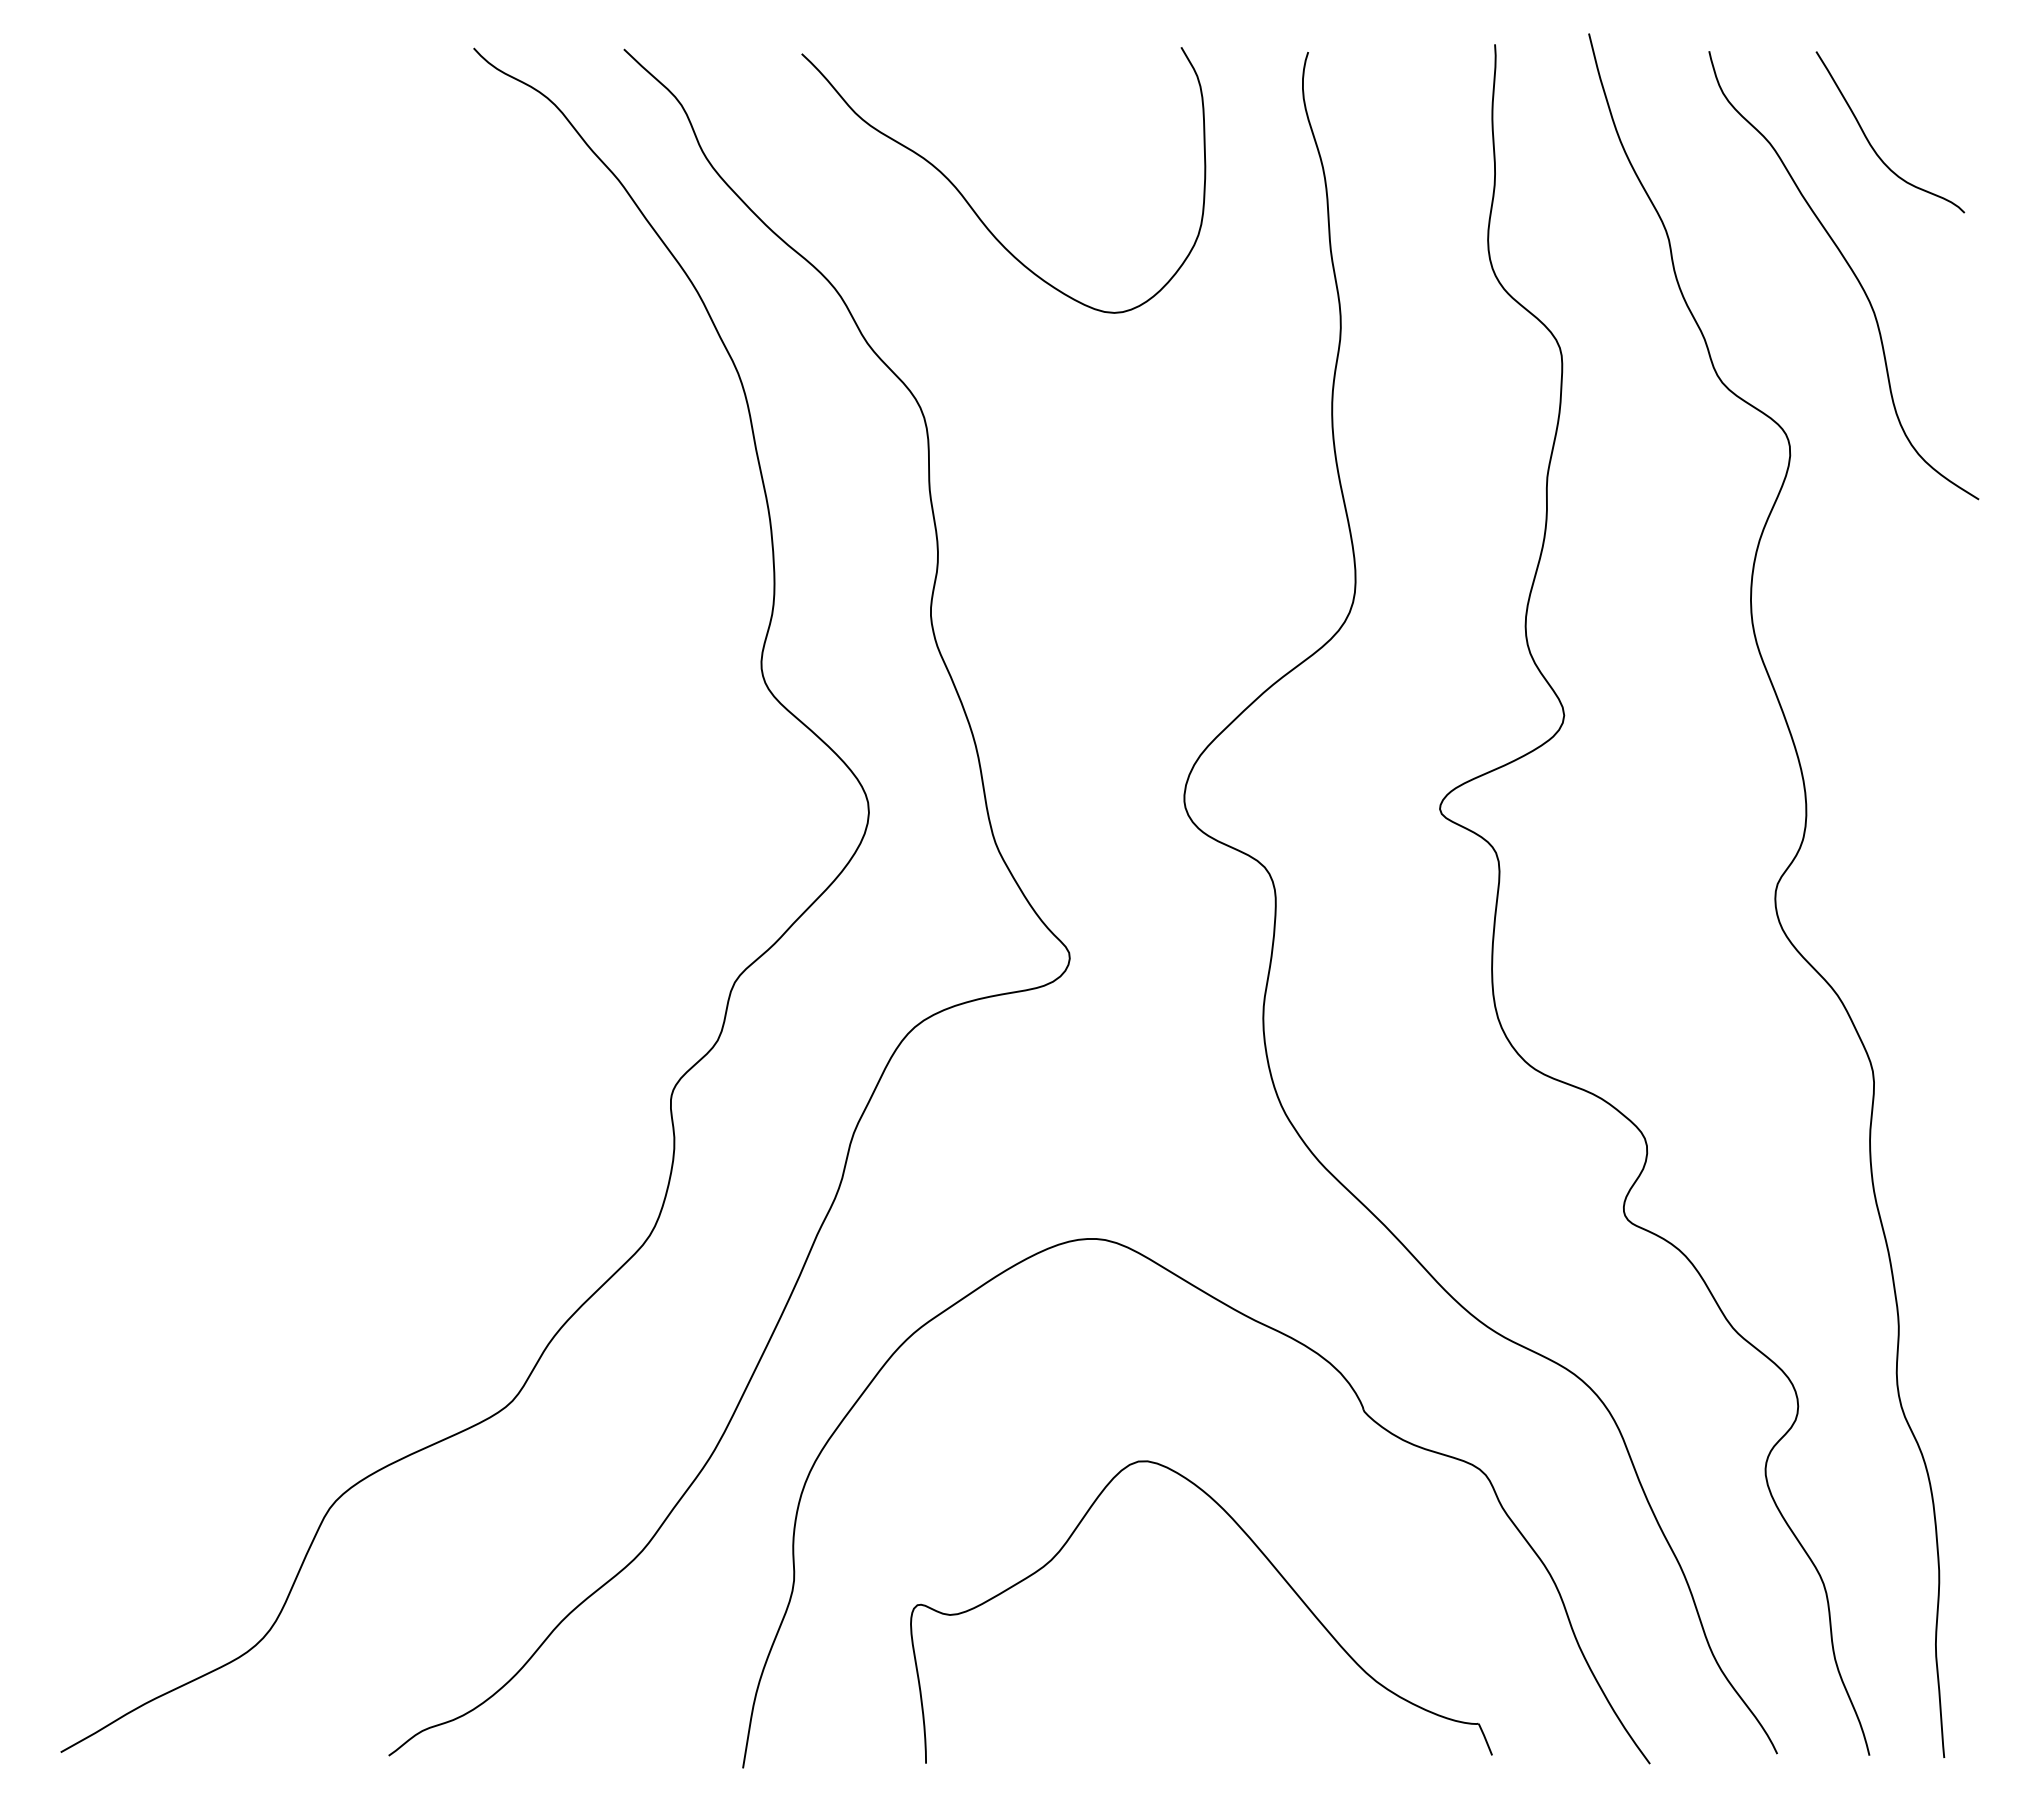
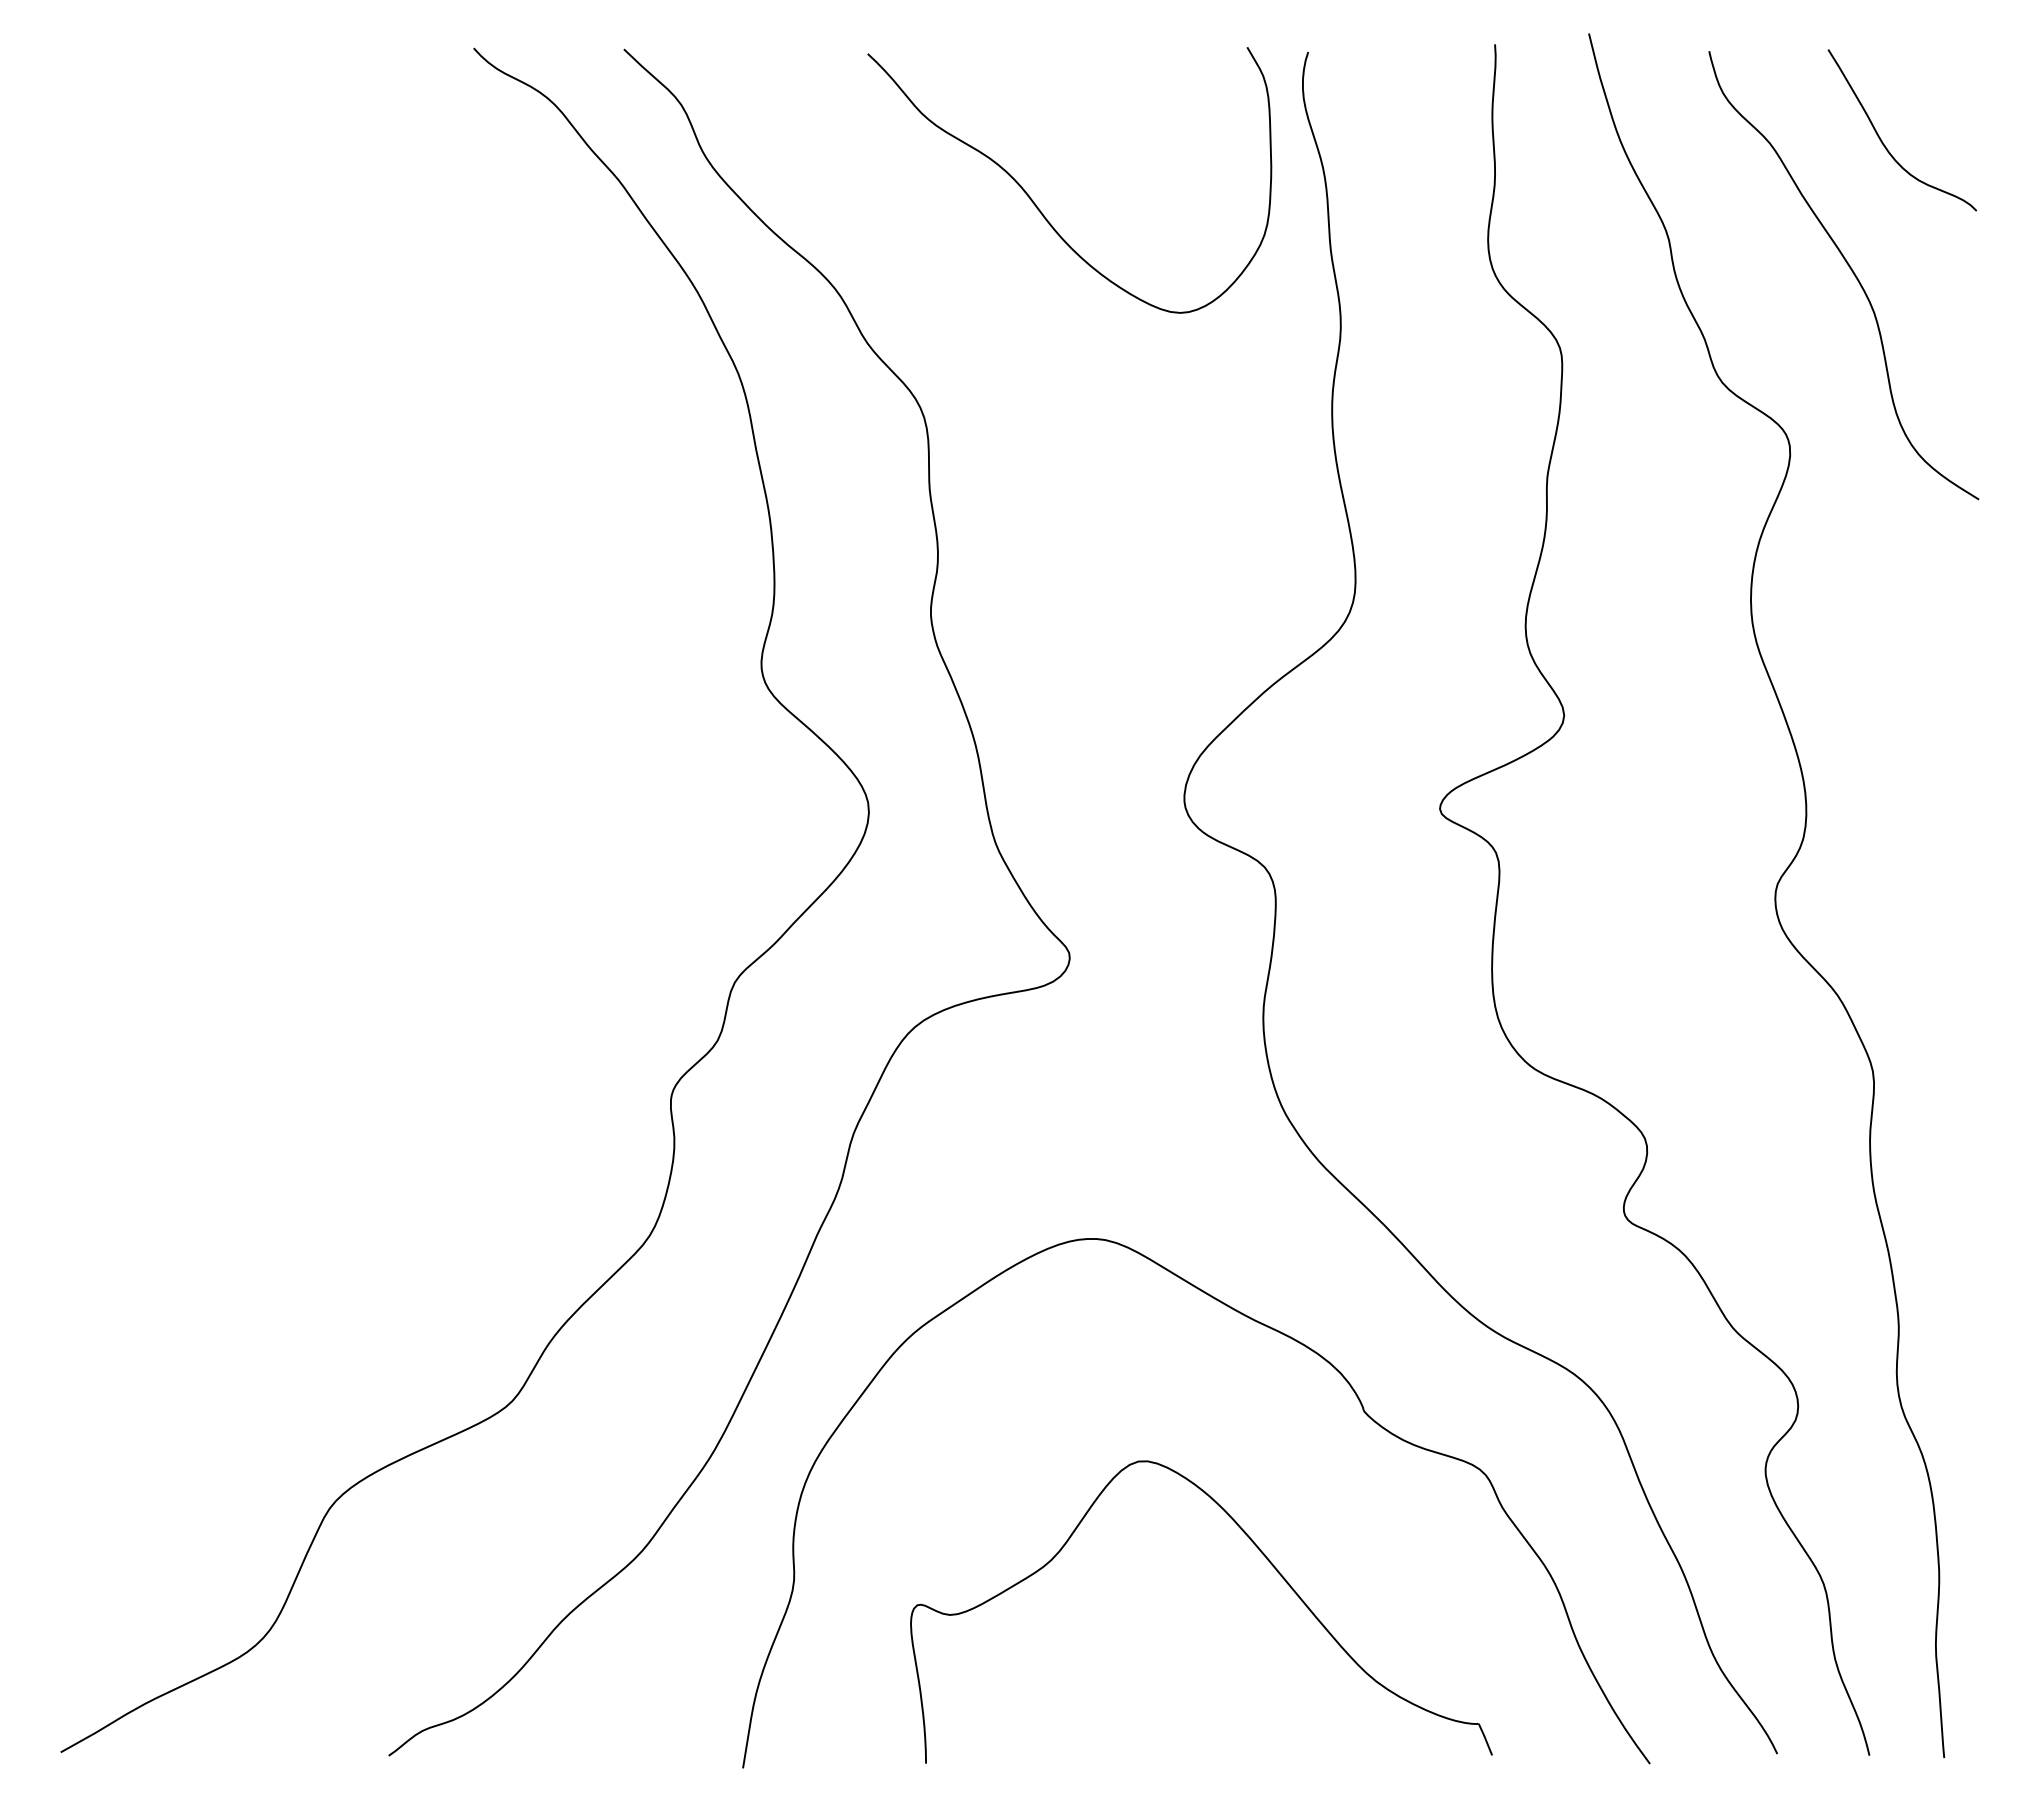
curve at (1870, 142) position: (1870, 142) -> (1882, 140)
curve at (970, 204) position: (970, 204) -> (1036, 204)
